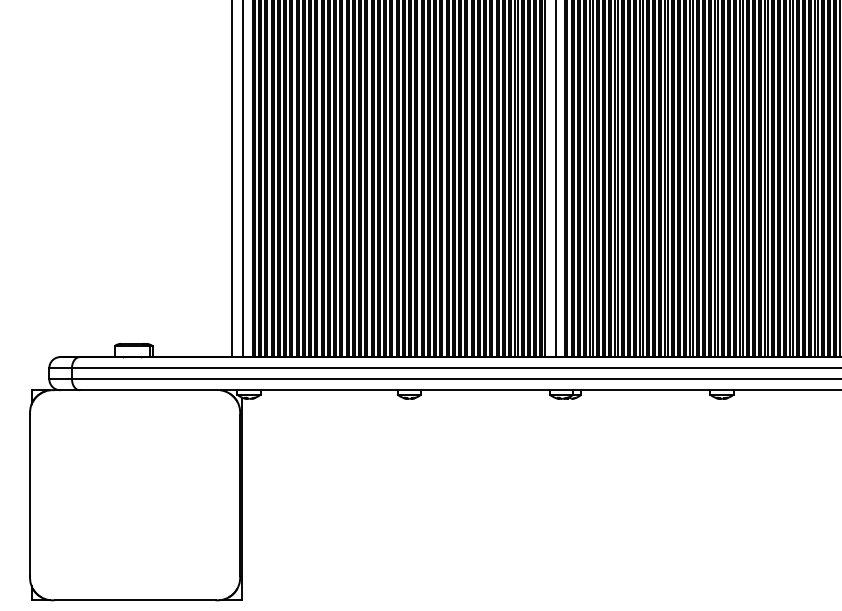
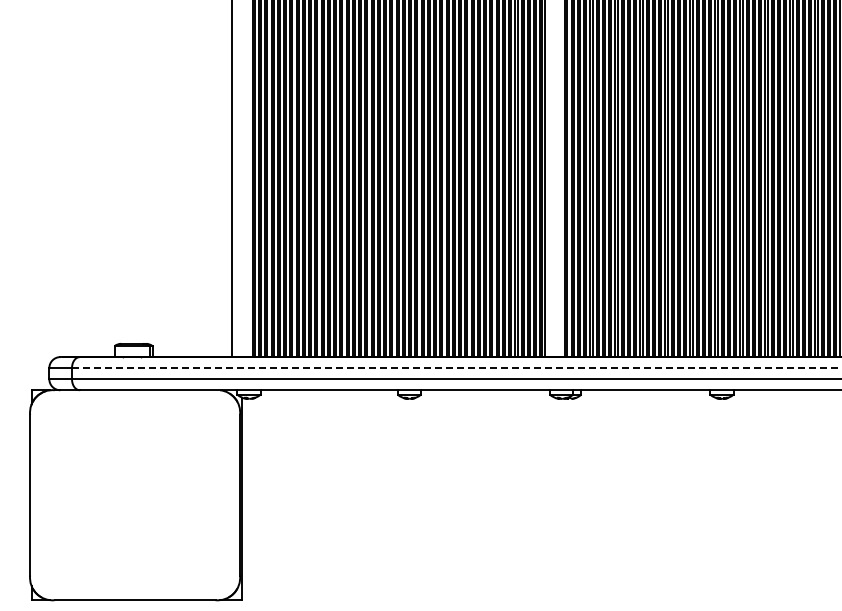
line at (243, 179): present -> none
line at (555, 179): present -> none
line at (456, 368): solid -> dashed
